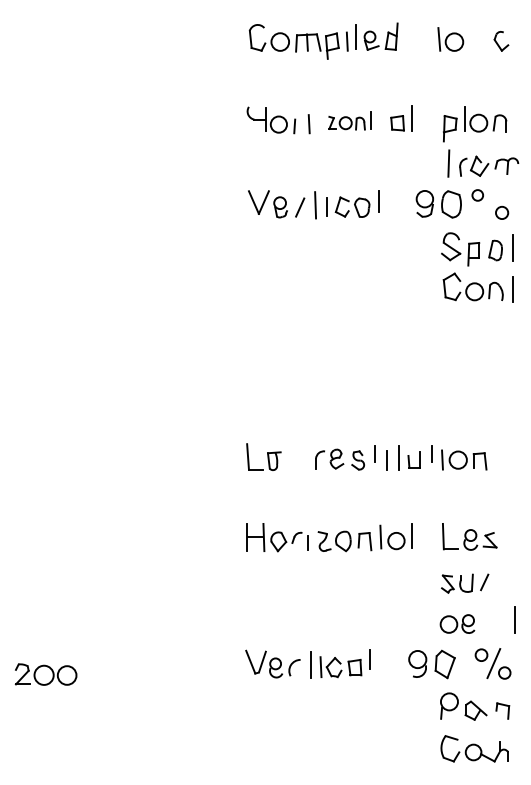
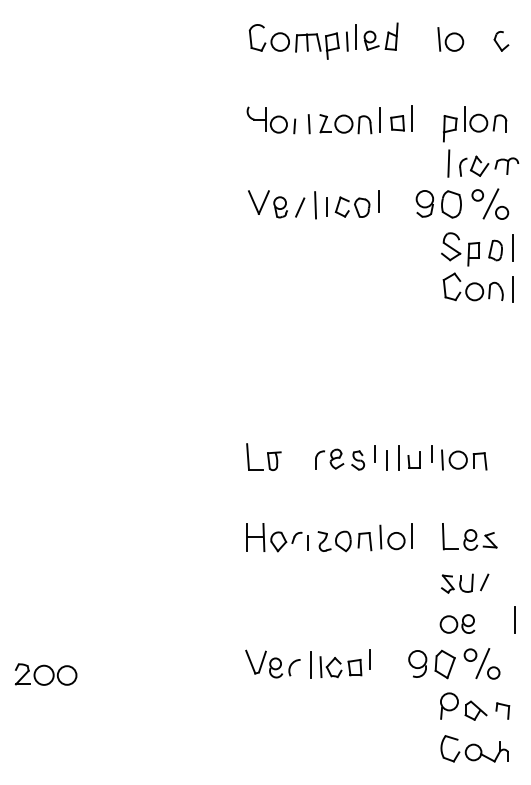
part at (349, 120) size: 44x20 px -> 62x28 px
line at (490, 203): none -> present
part at (492, 663) position: (492, 663) -> (481, 663)
